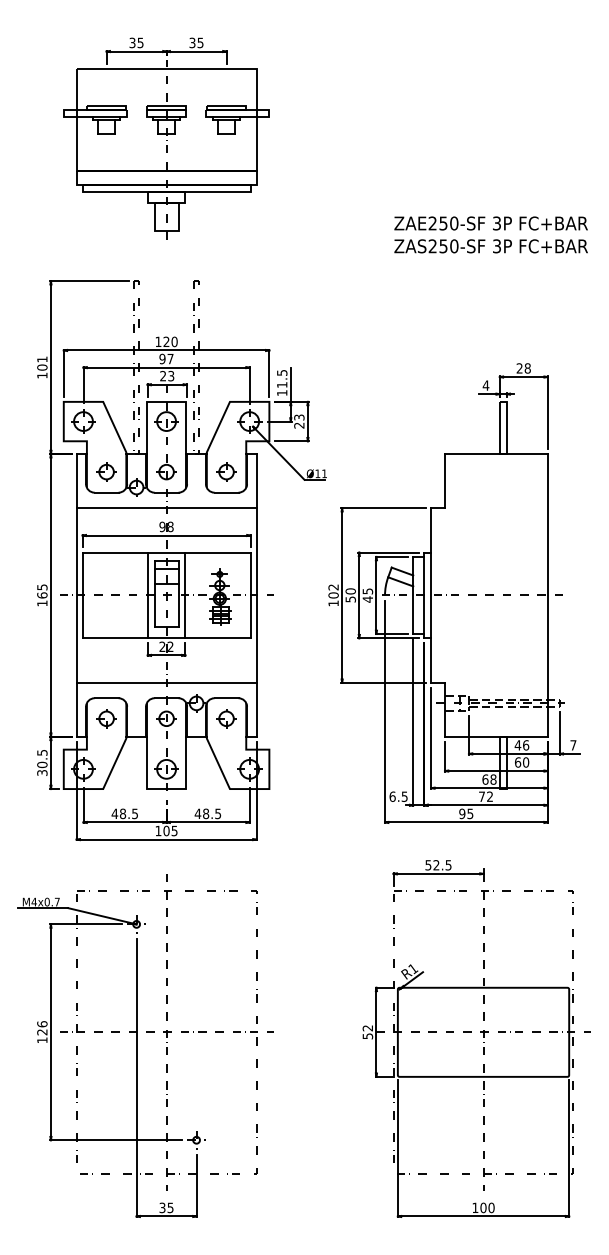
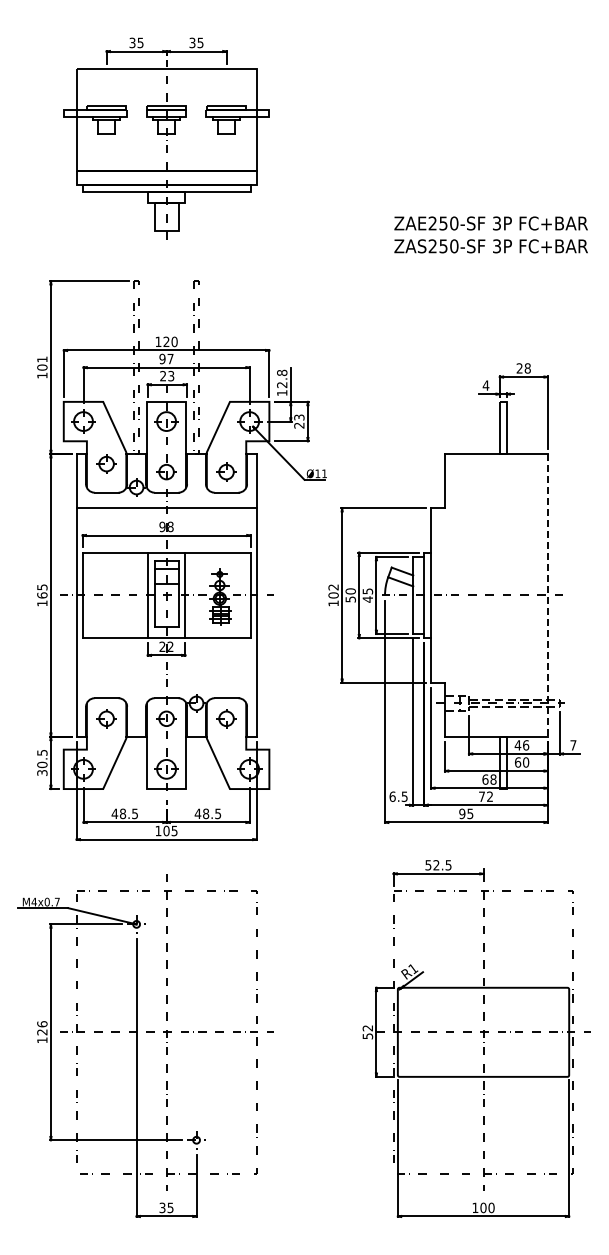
text at (282, 378): 11.5 -> 12.8
part at (106, 471) position: (106, 471) -> (106, 463)
line at (547, 595): solid -> dashed
line at (166, 682): present -> none
